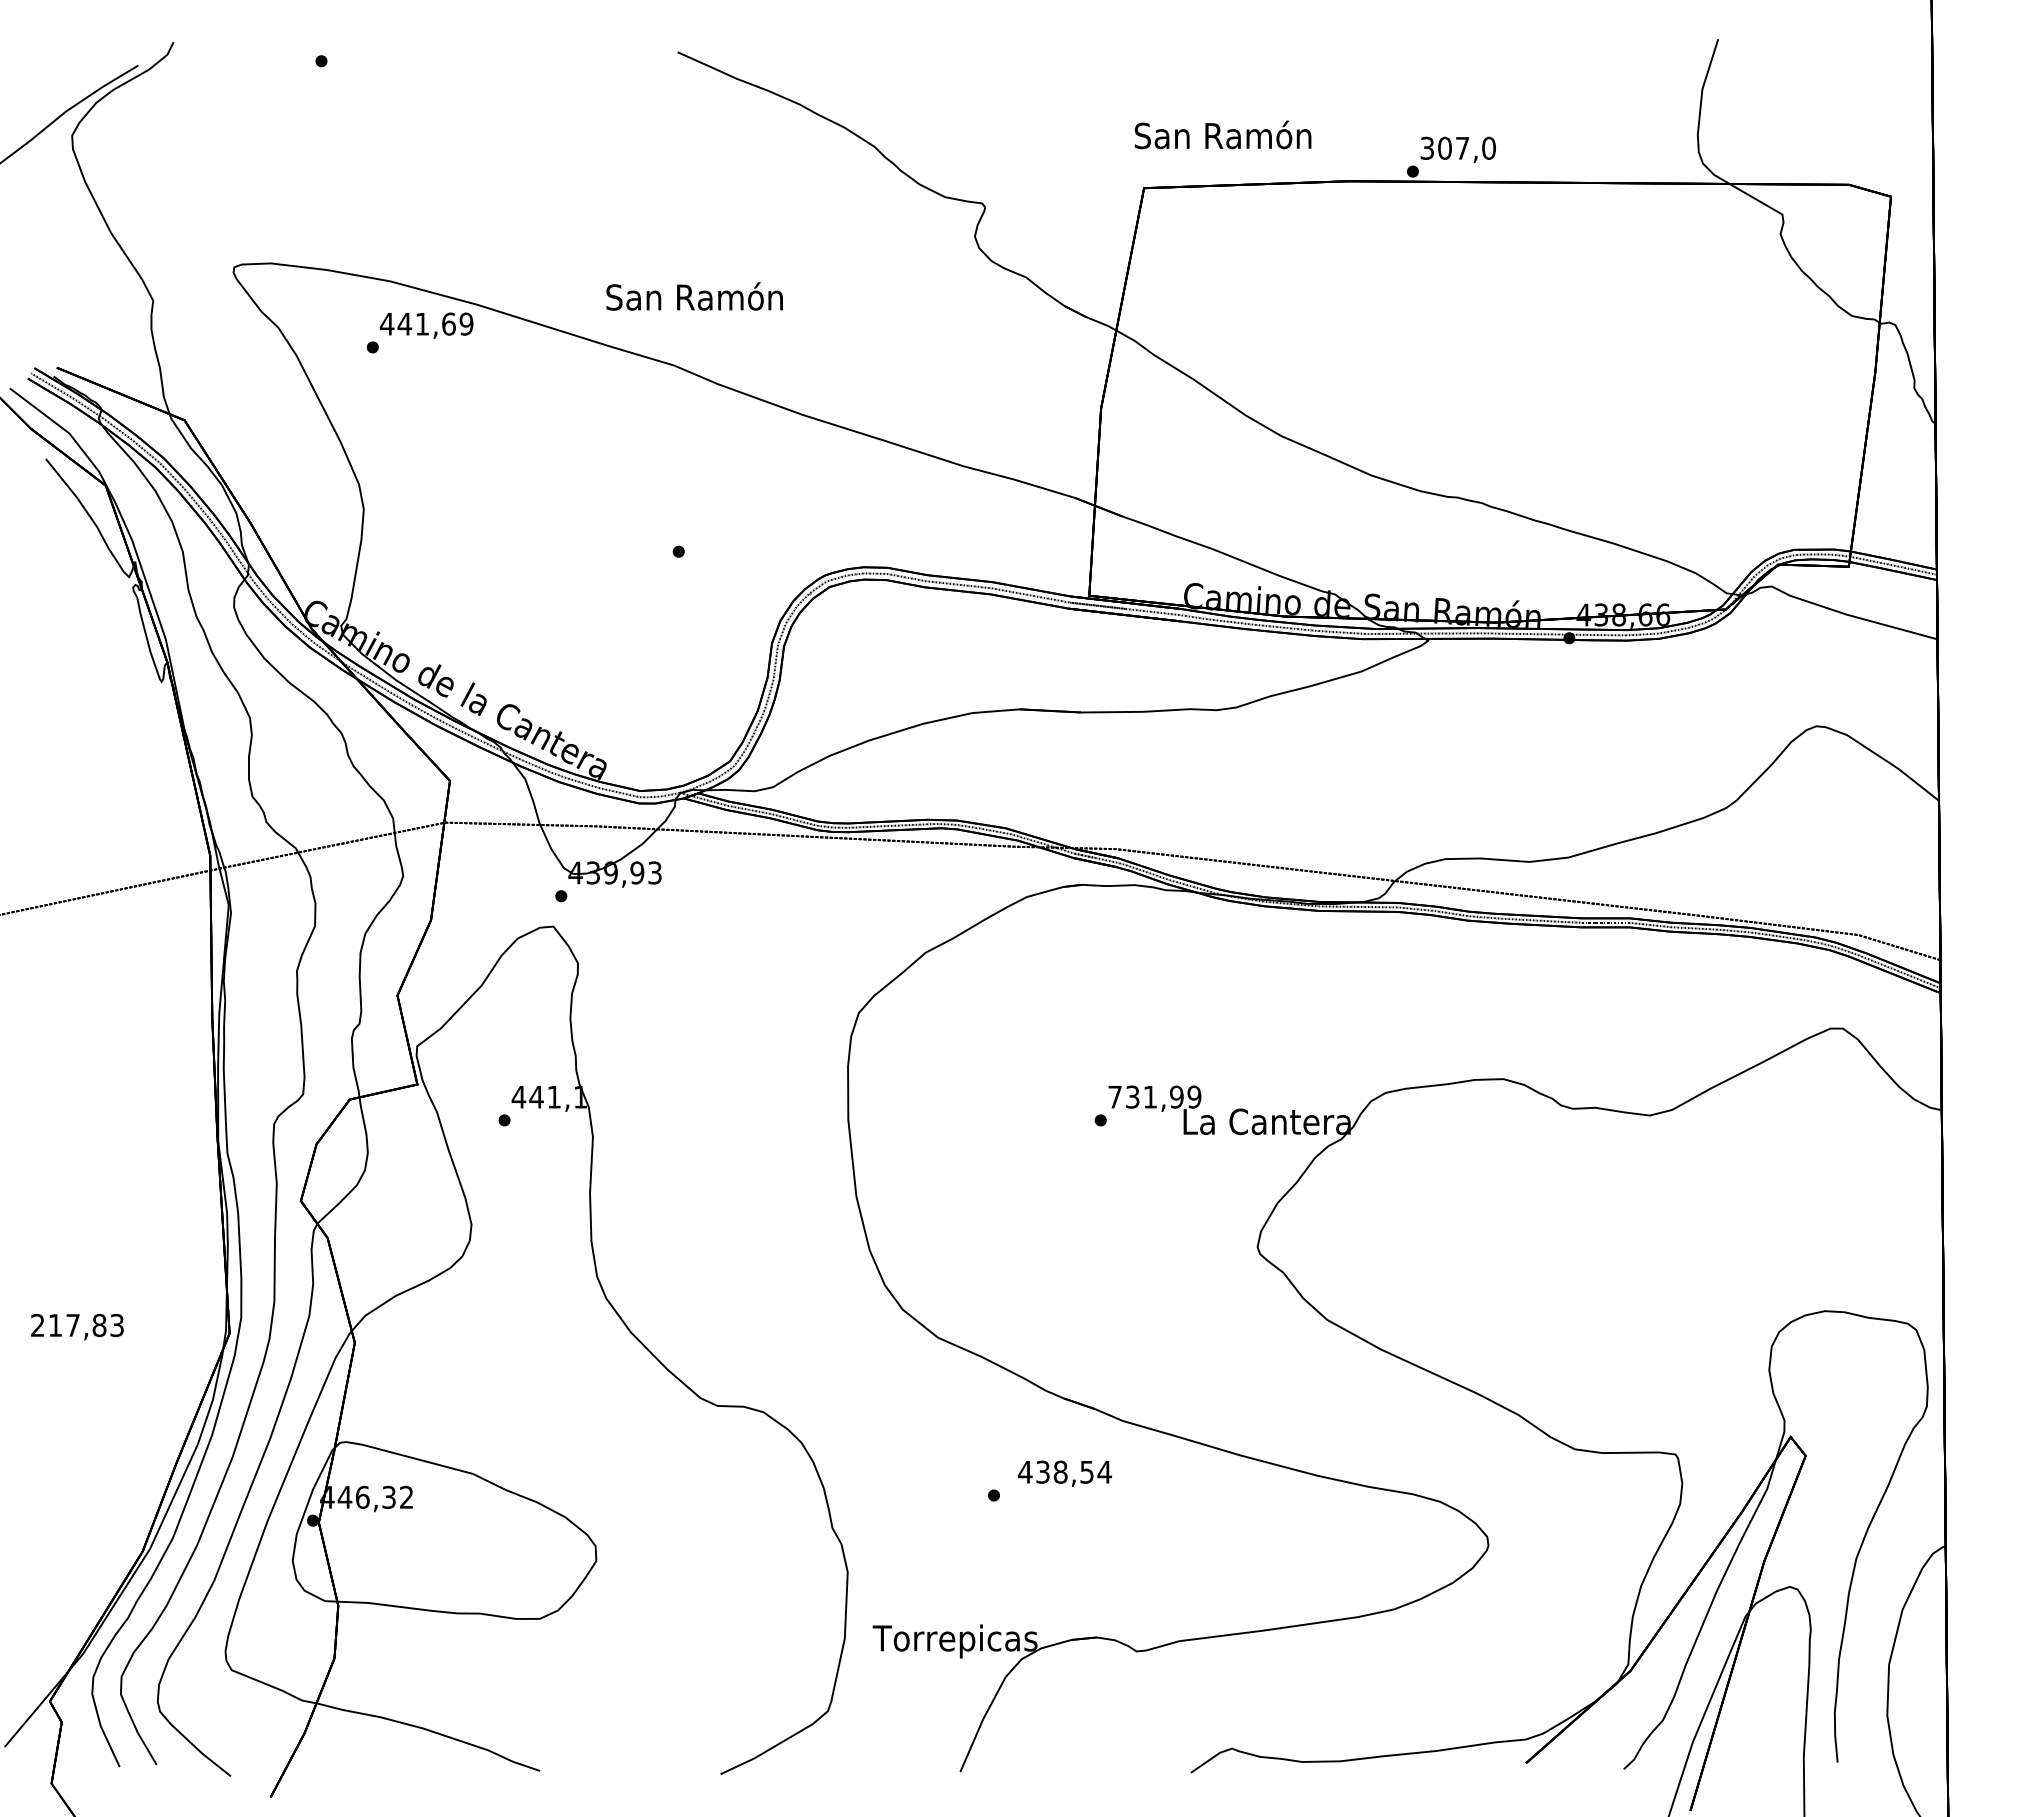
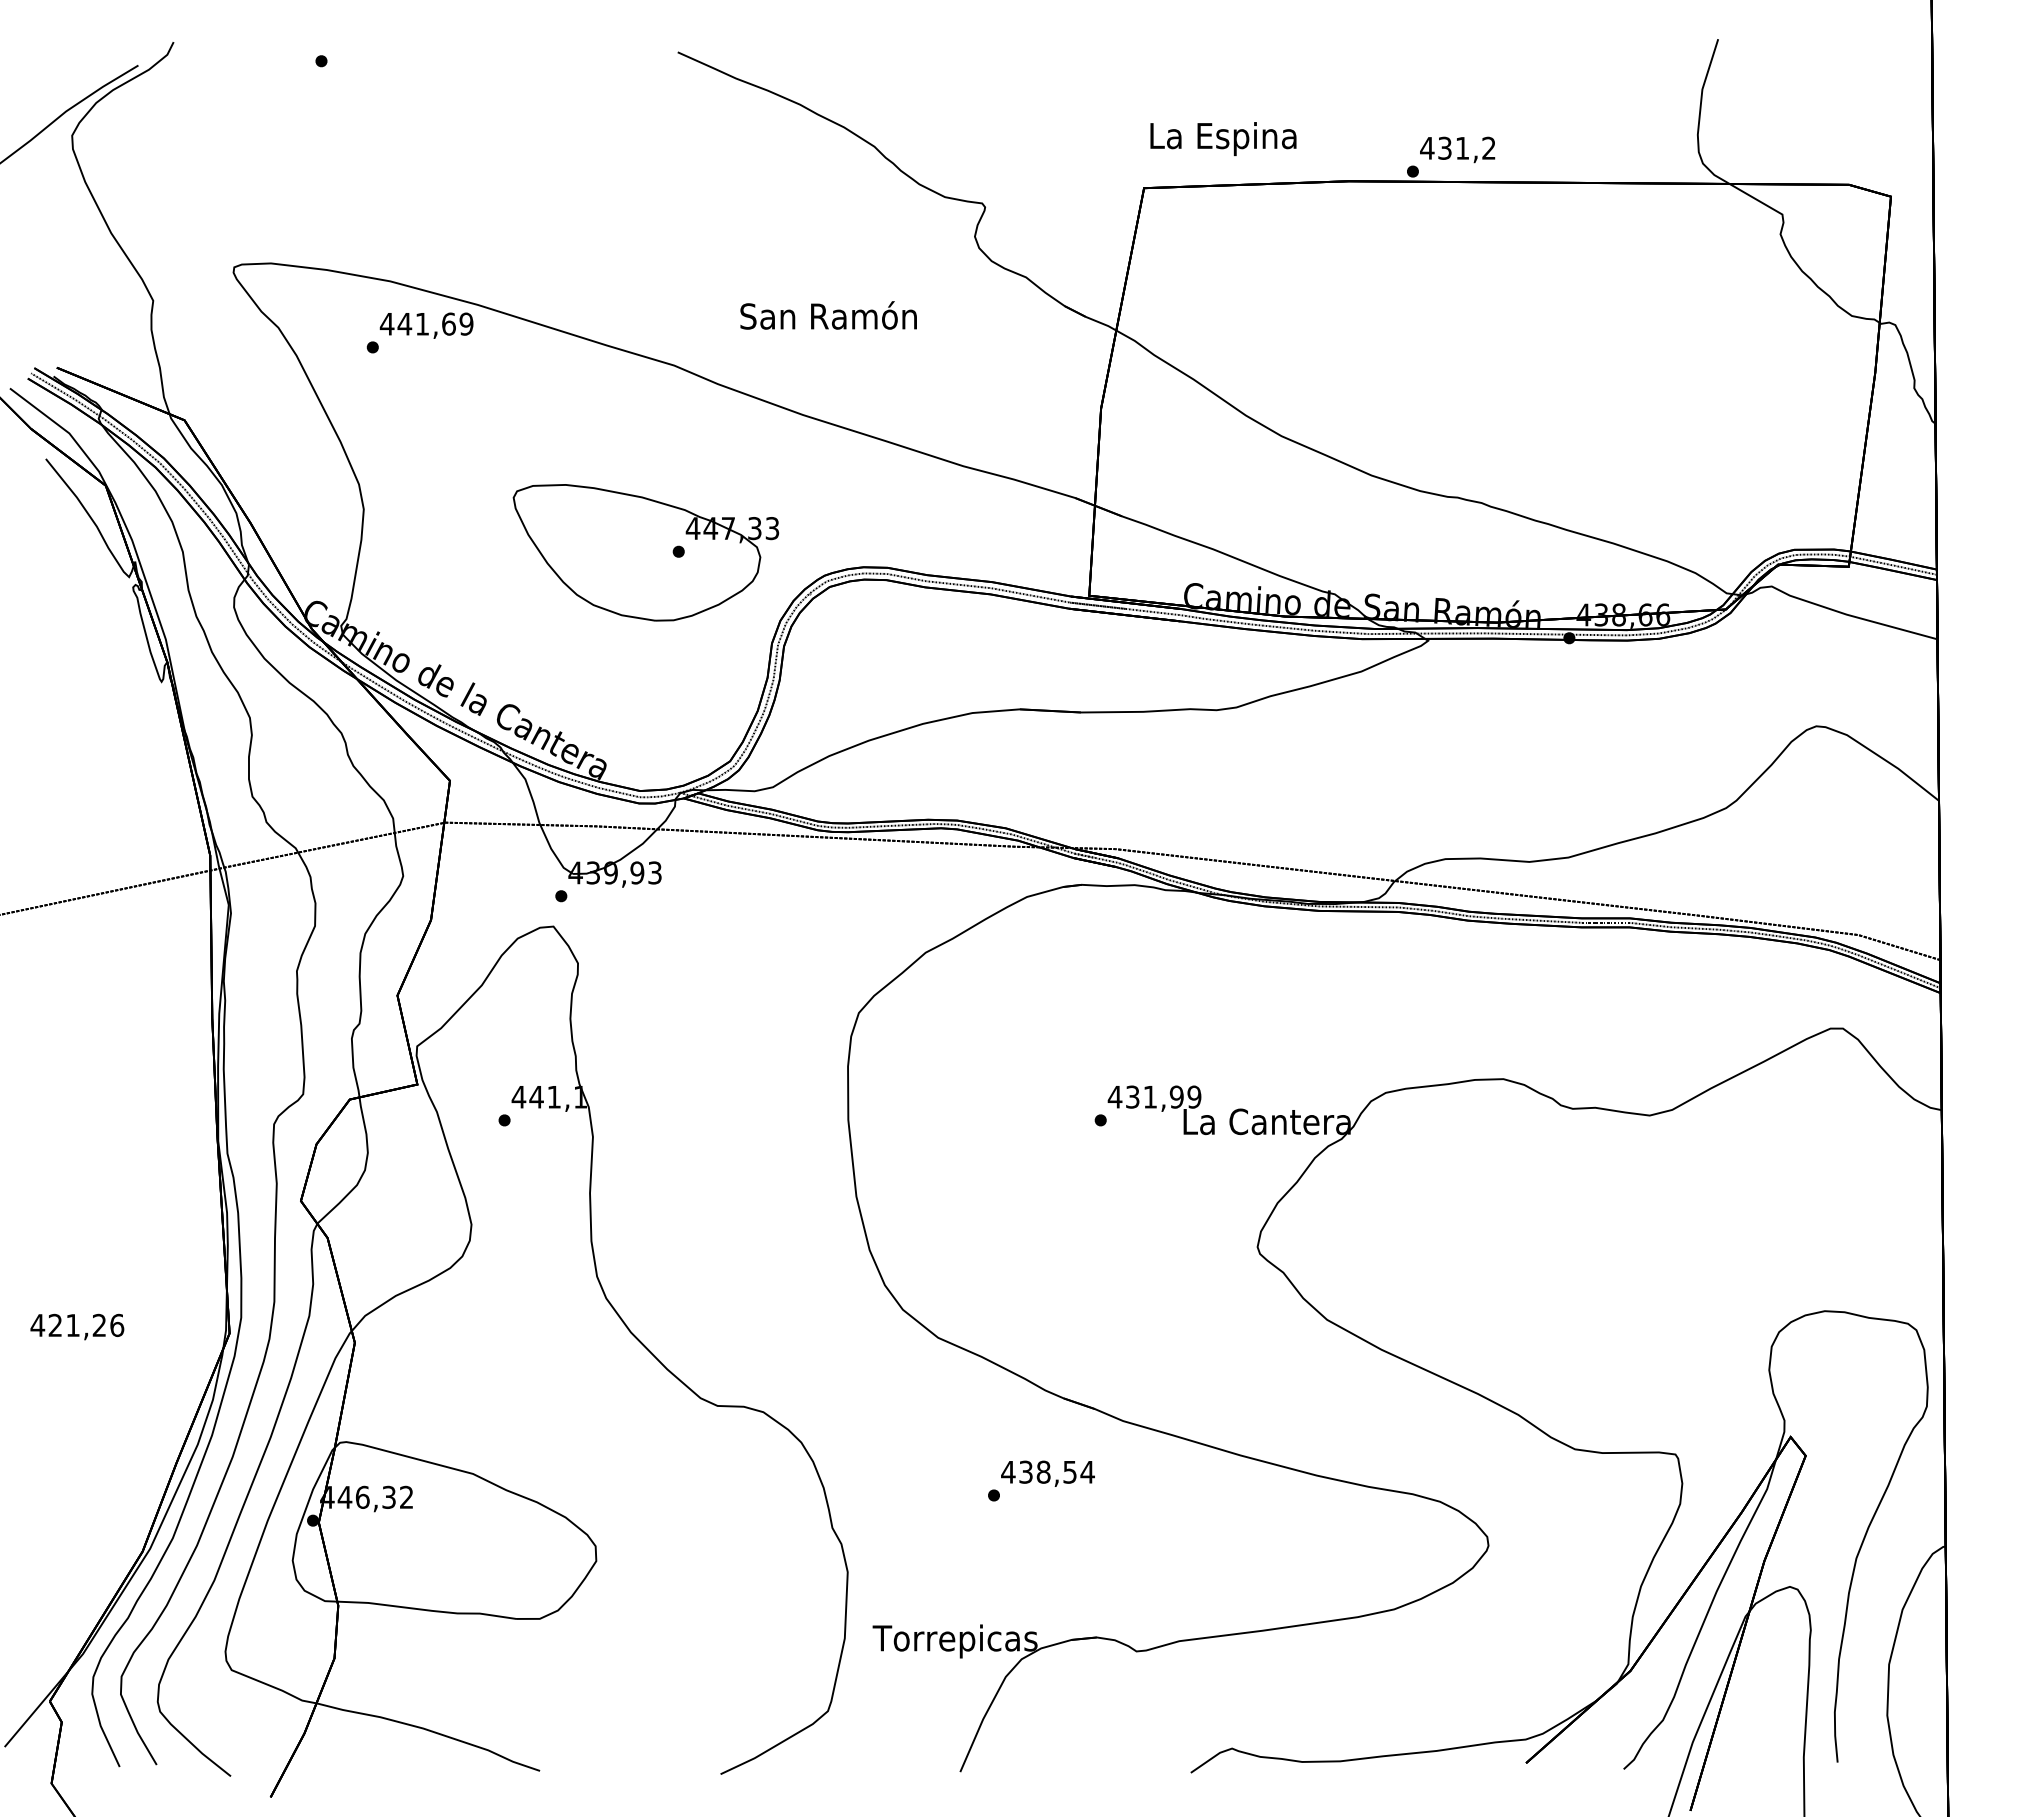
text at (1222, 138): San Ramón -> La Espina
text at (1457, 147): 307,0 -> 431,2
text at (694, 296) position: (694, 296) -> (828, 315)
part at (645, 552): none -> present
text at (1114, 1097): 731,99 -> 431,99
text at (77, 1325): 217,83 -> 421,26
text at (1064, 1473) position: (1064, 1473) -> (1047, 1473)
